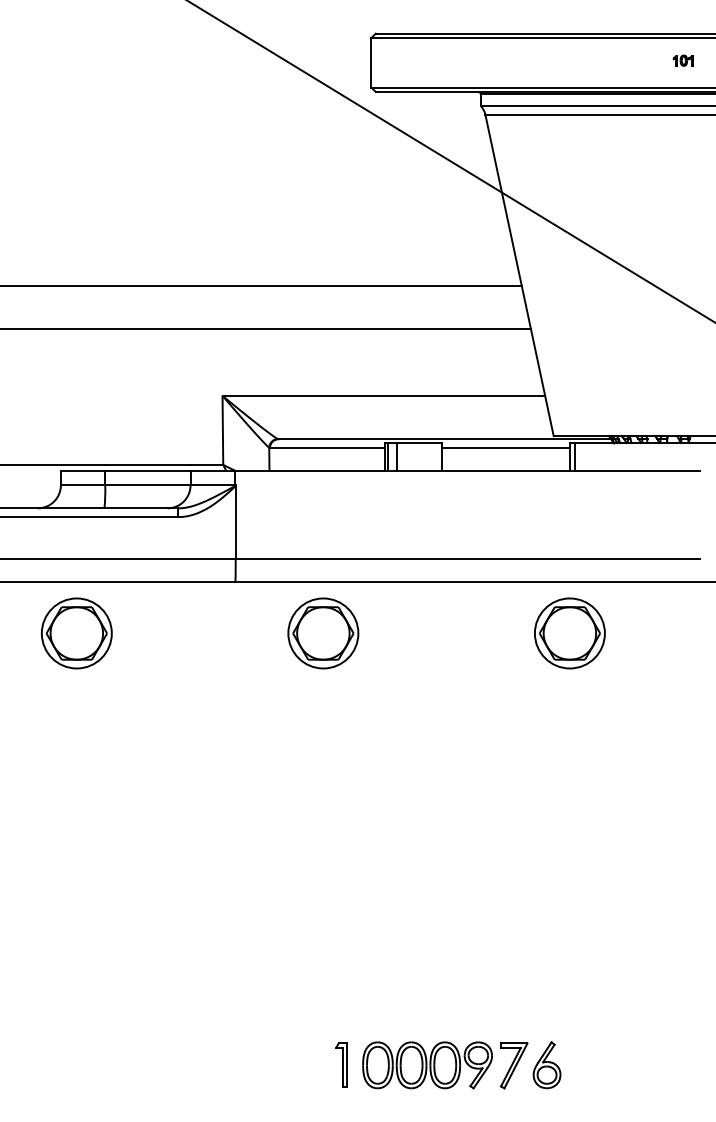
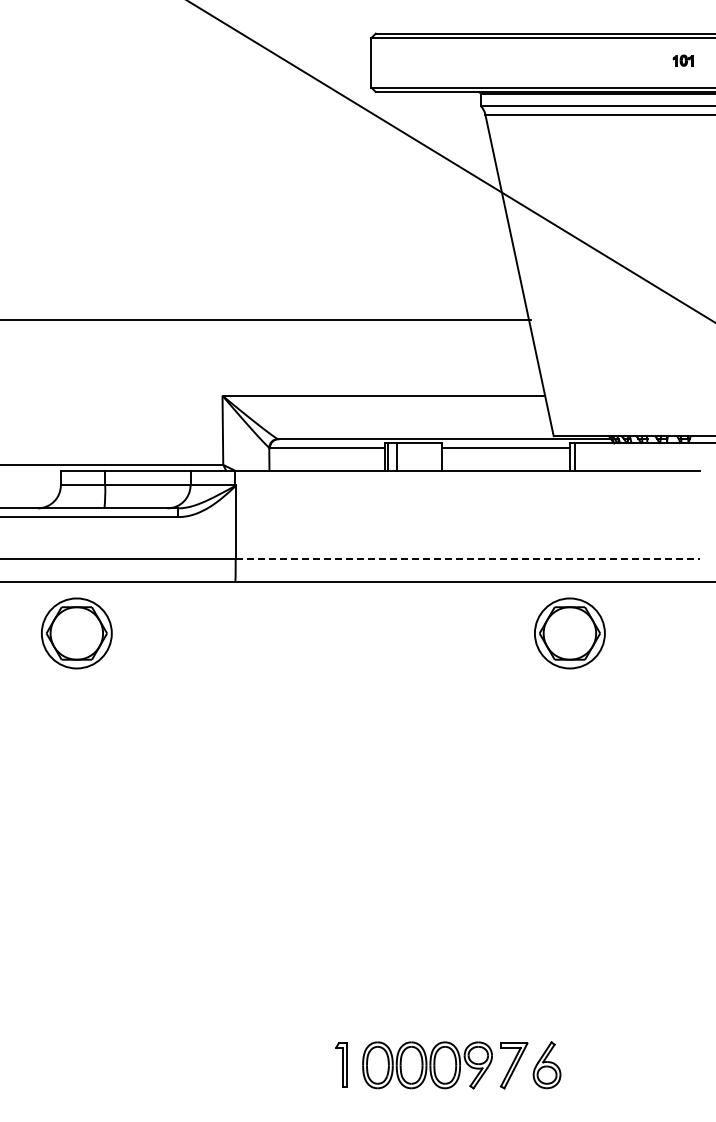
line at (261, 286): present -> none
line at (266, 329) position: (266, 329) -> (266, 320)
line at (467, 559): solid -> dashed
part at (323, 633): present -> none
